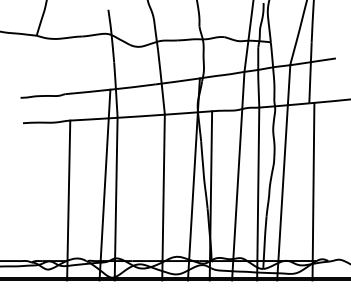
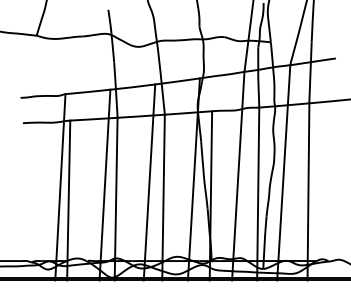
line at (149, 182): none -> present
line at (60, 187): none -> present
line at (313, 191) position: (313, 191) -> (308, 191)
